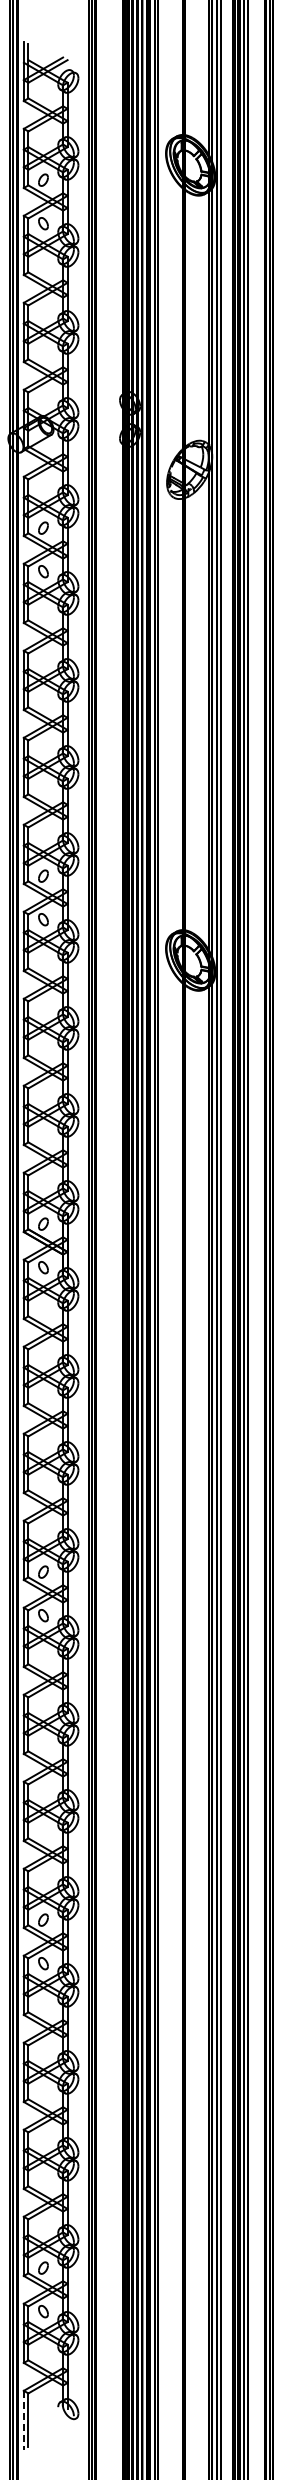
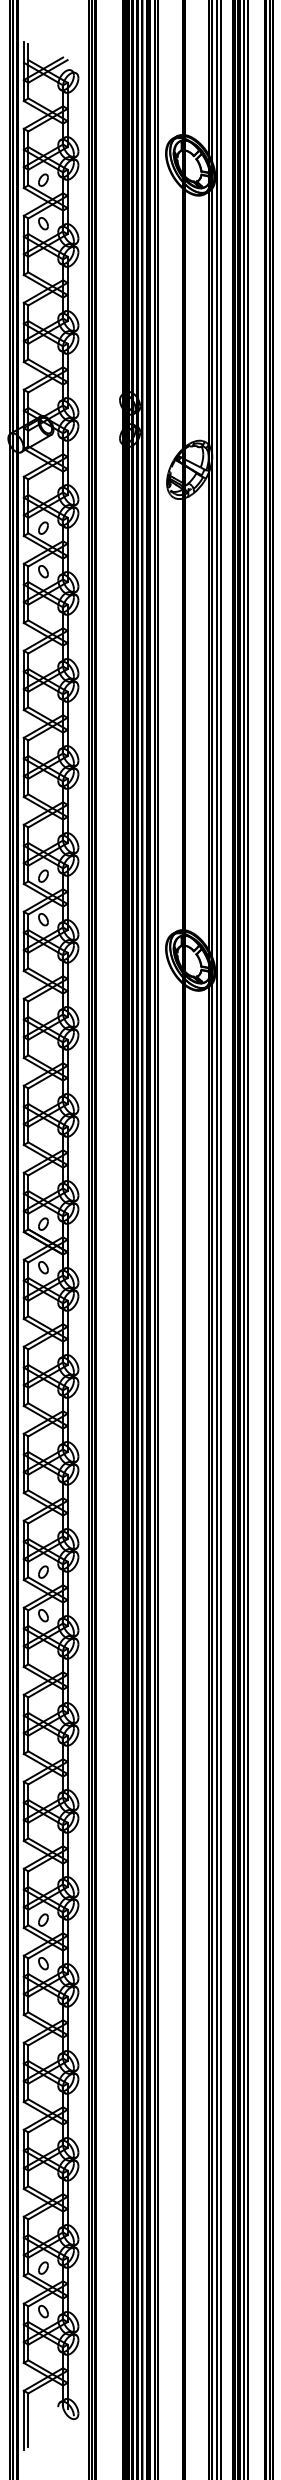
line at (23, 2420): dashed -> solid
